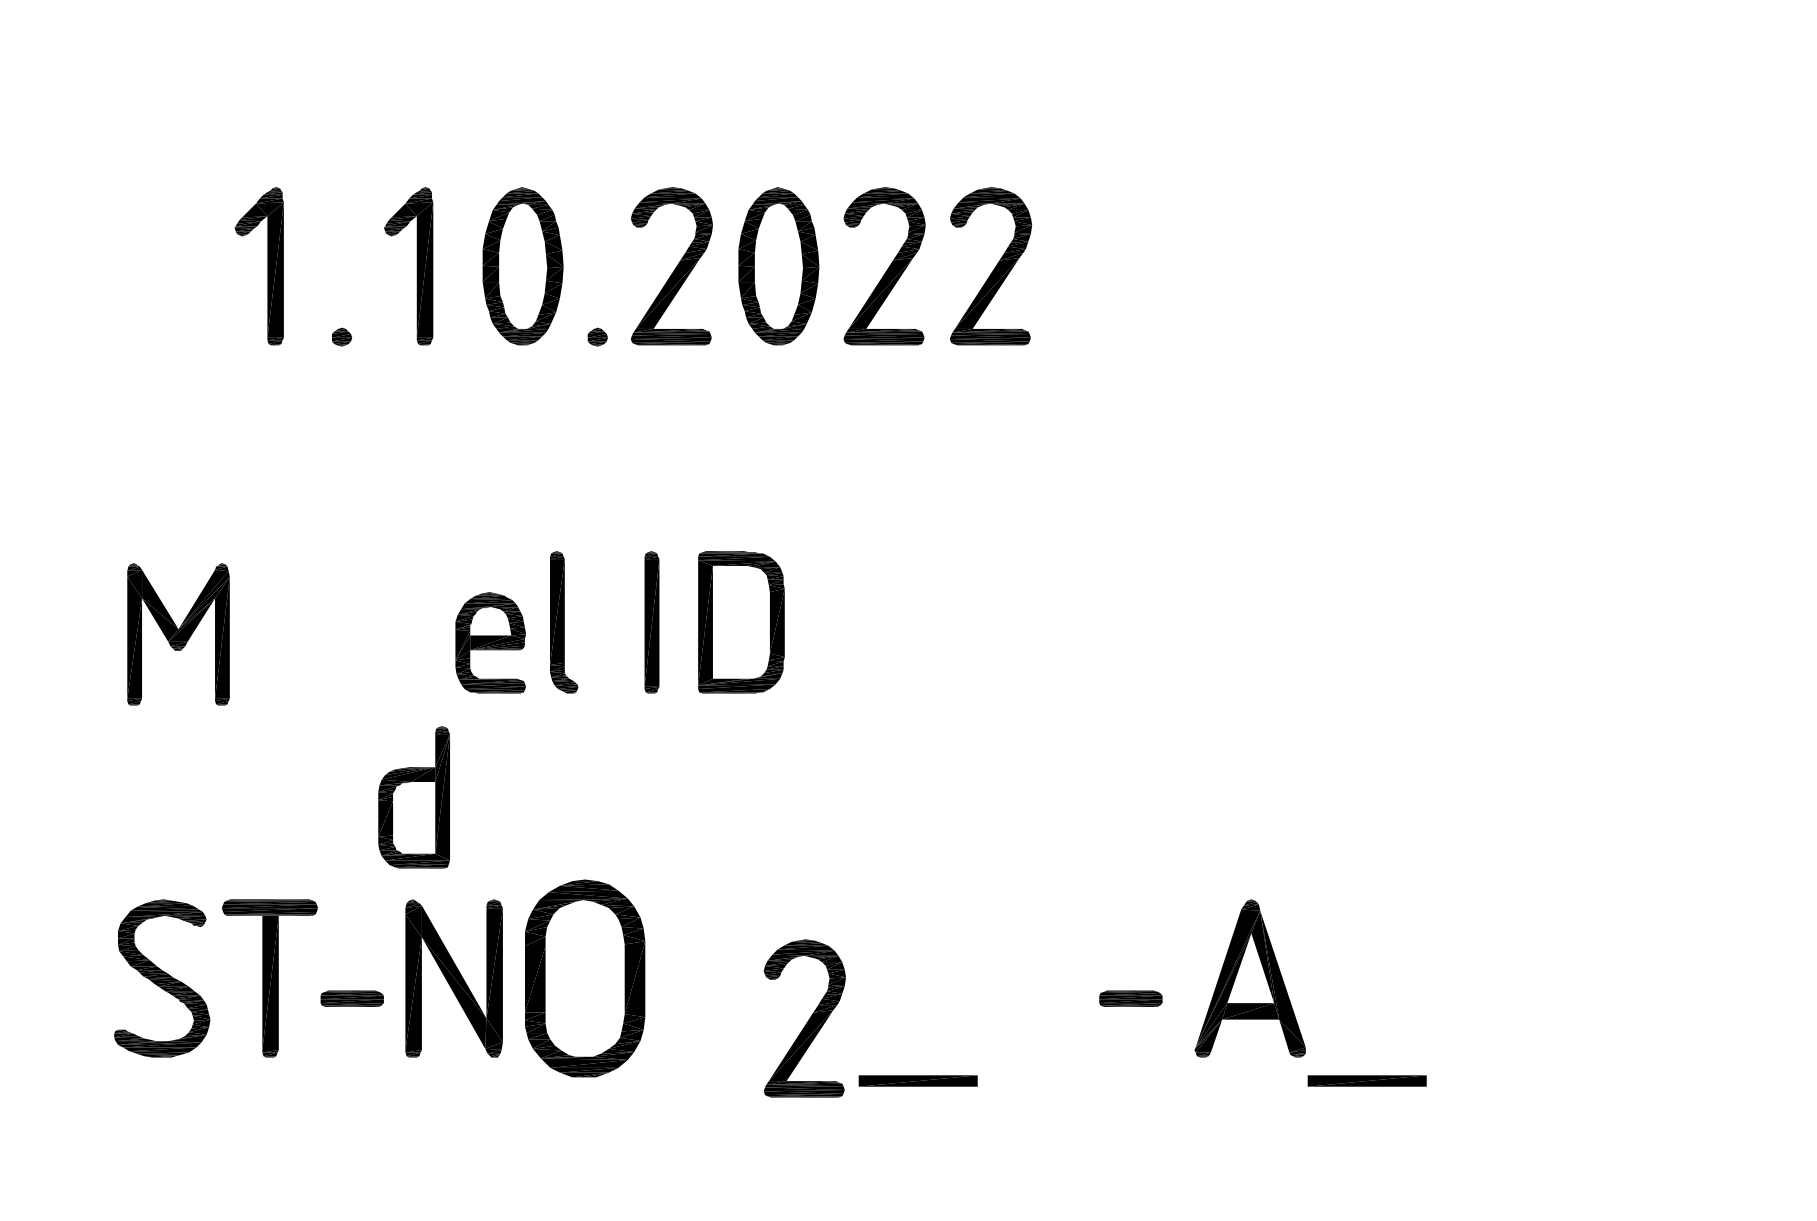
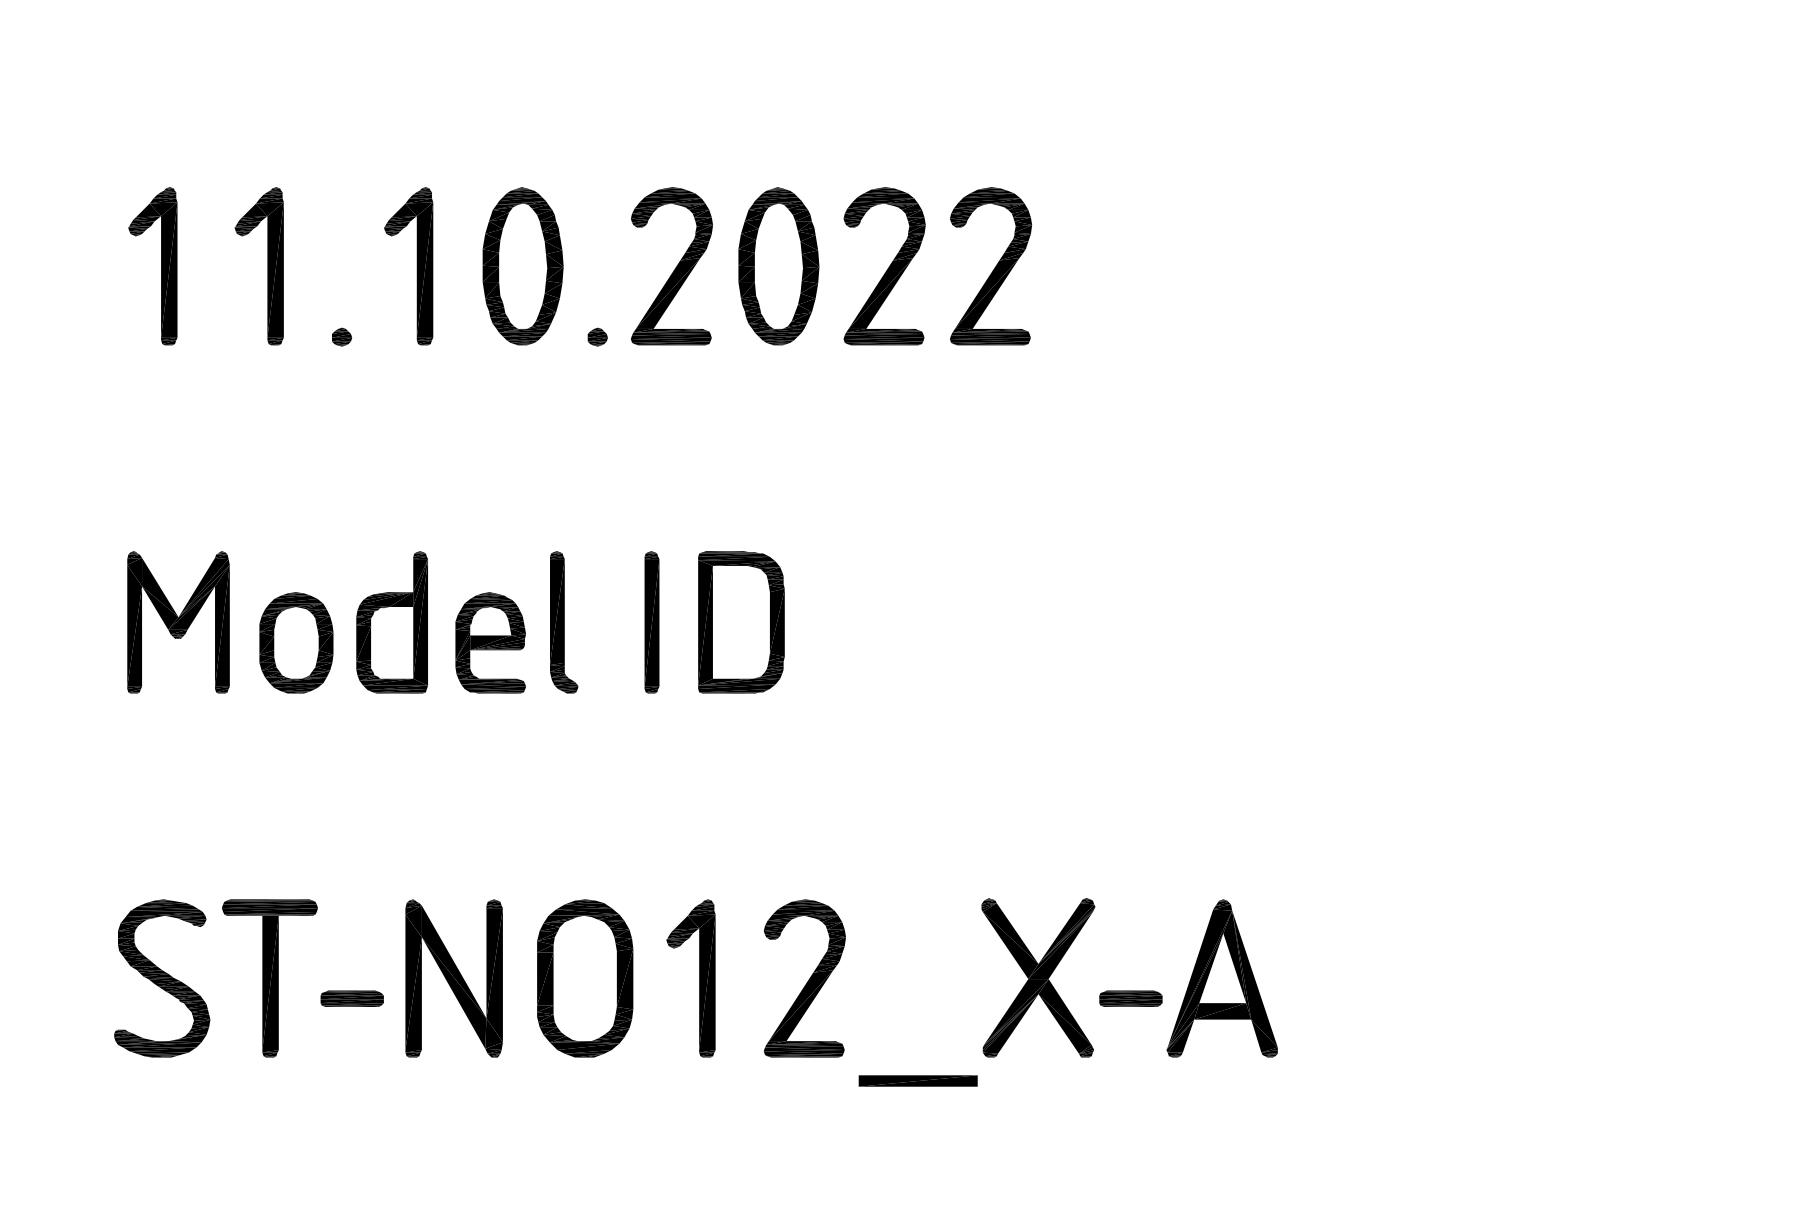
part at (161, 266): none -> present
part at (178, 634) position: (178, 634) -> (178, 622)
part at (296, 642): none -> present
part at (413, 797) position: (413, 797) -> (391, 622)
part at (1038, 977): none -> present
part at (585, 978) size: 121x199 px -> 97x159 px
part at (699, 978): none -> present
part at (1249, 978) position: (1249, 978) -> (1221, 978)
part at (804, 1018) position: (804, 1018) -> (804, 978)
part at (1366, 1080): present -> none
